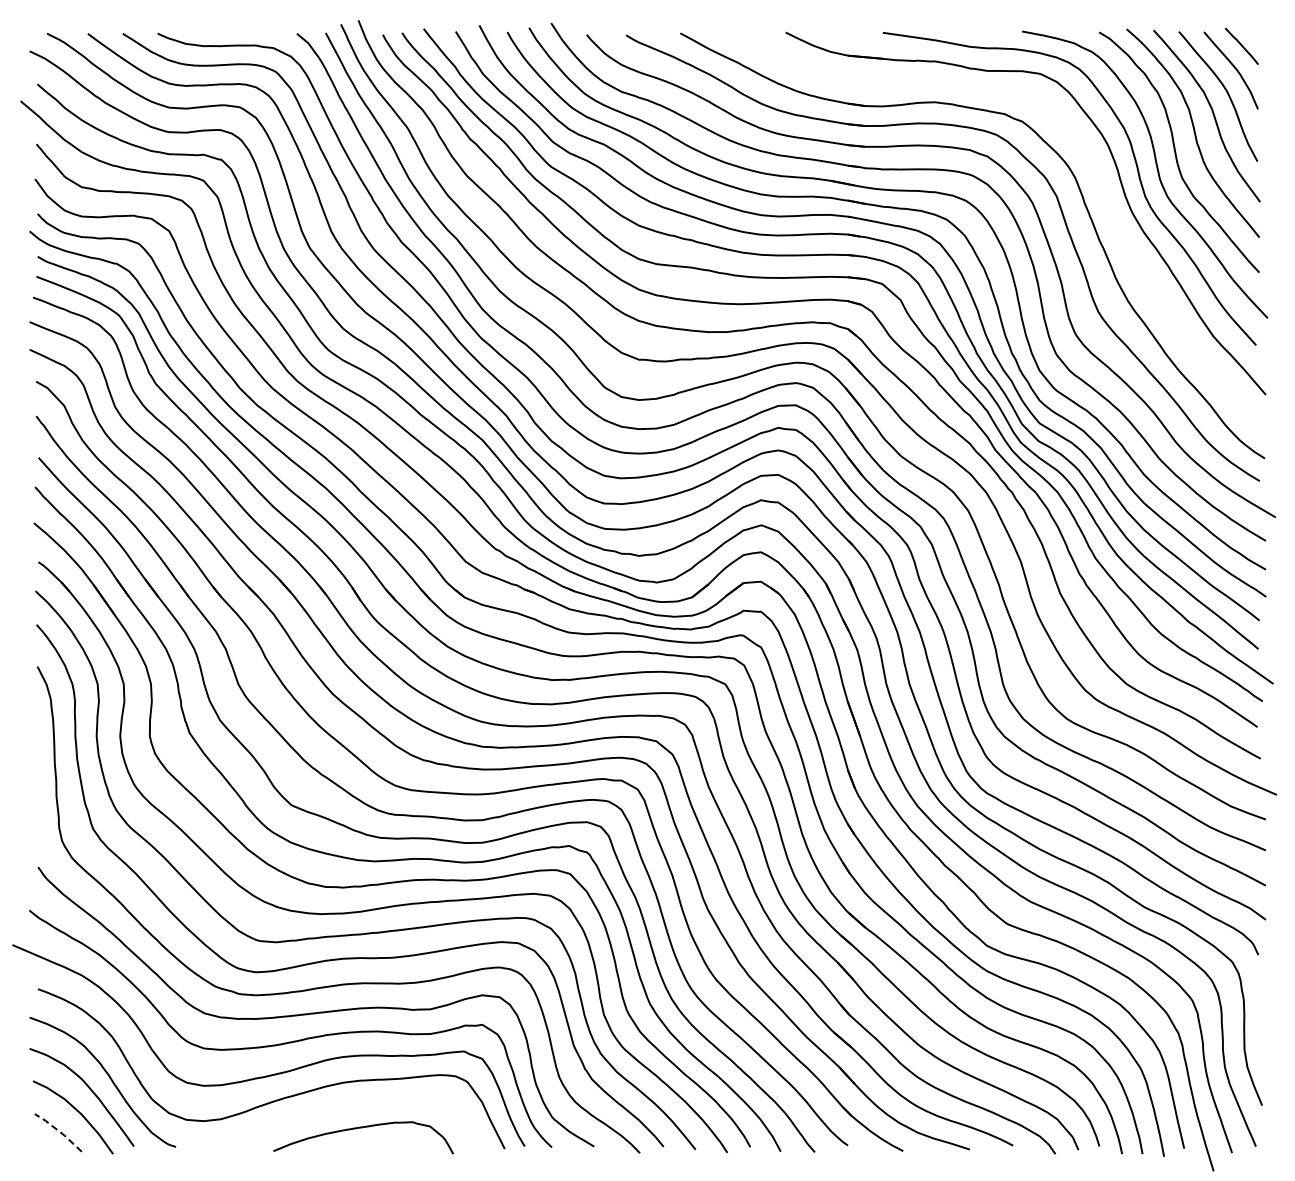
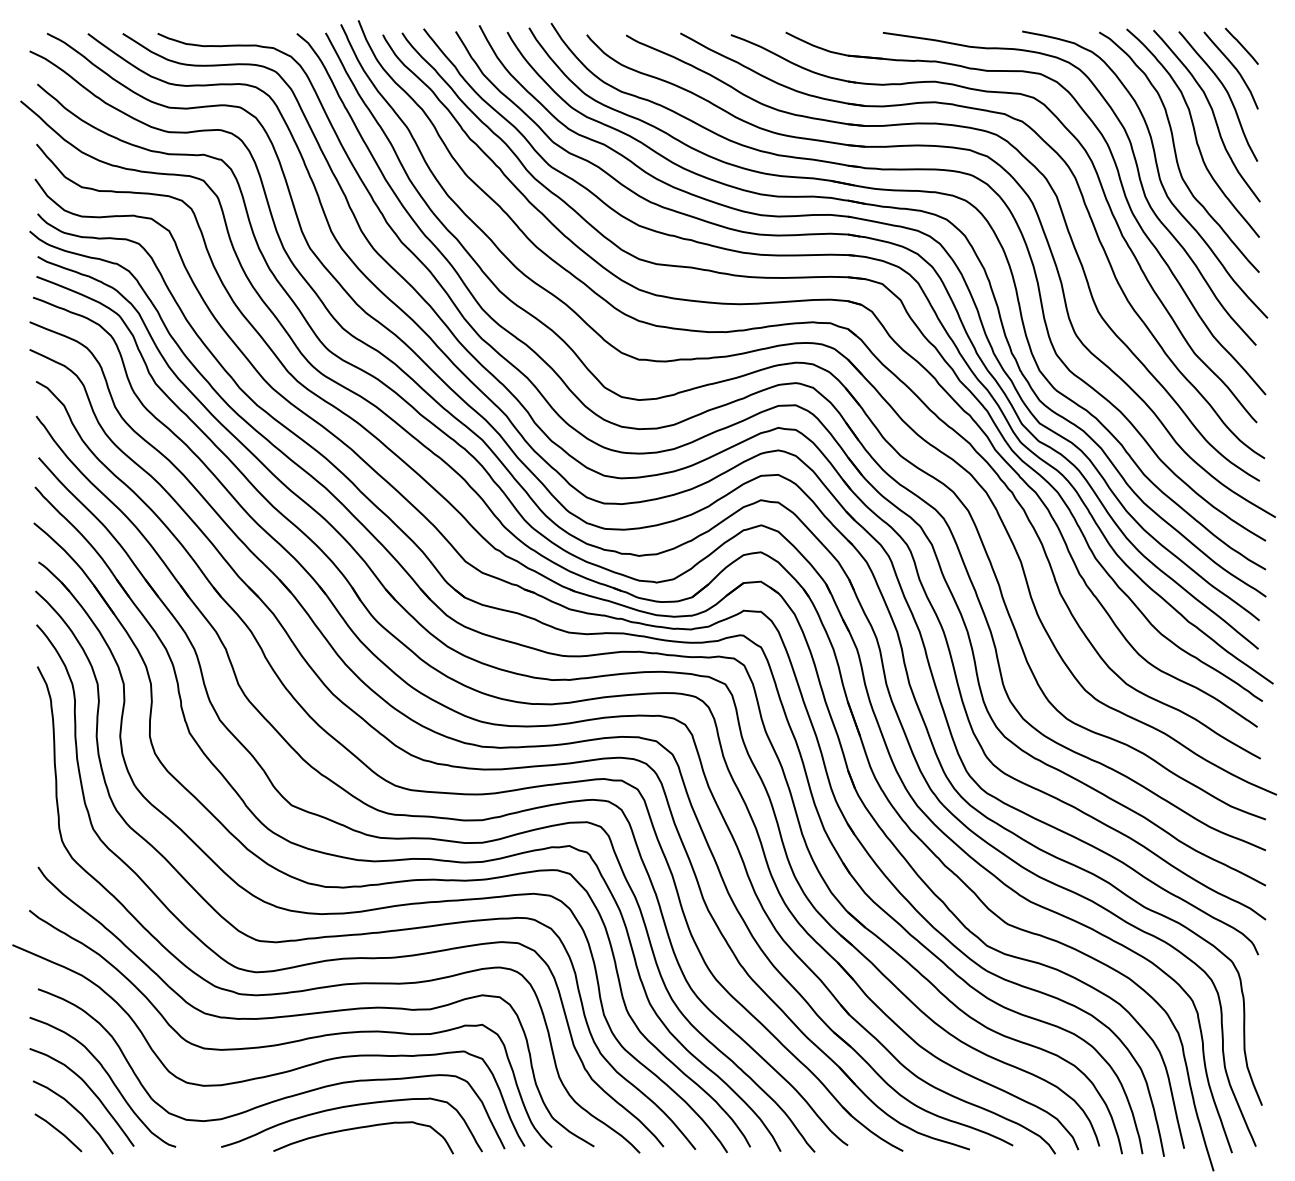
part at (1102, 192): none -> present
curve at (348, 1107): none -> present
line at (58, 1131): dashed -> solid
